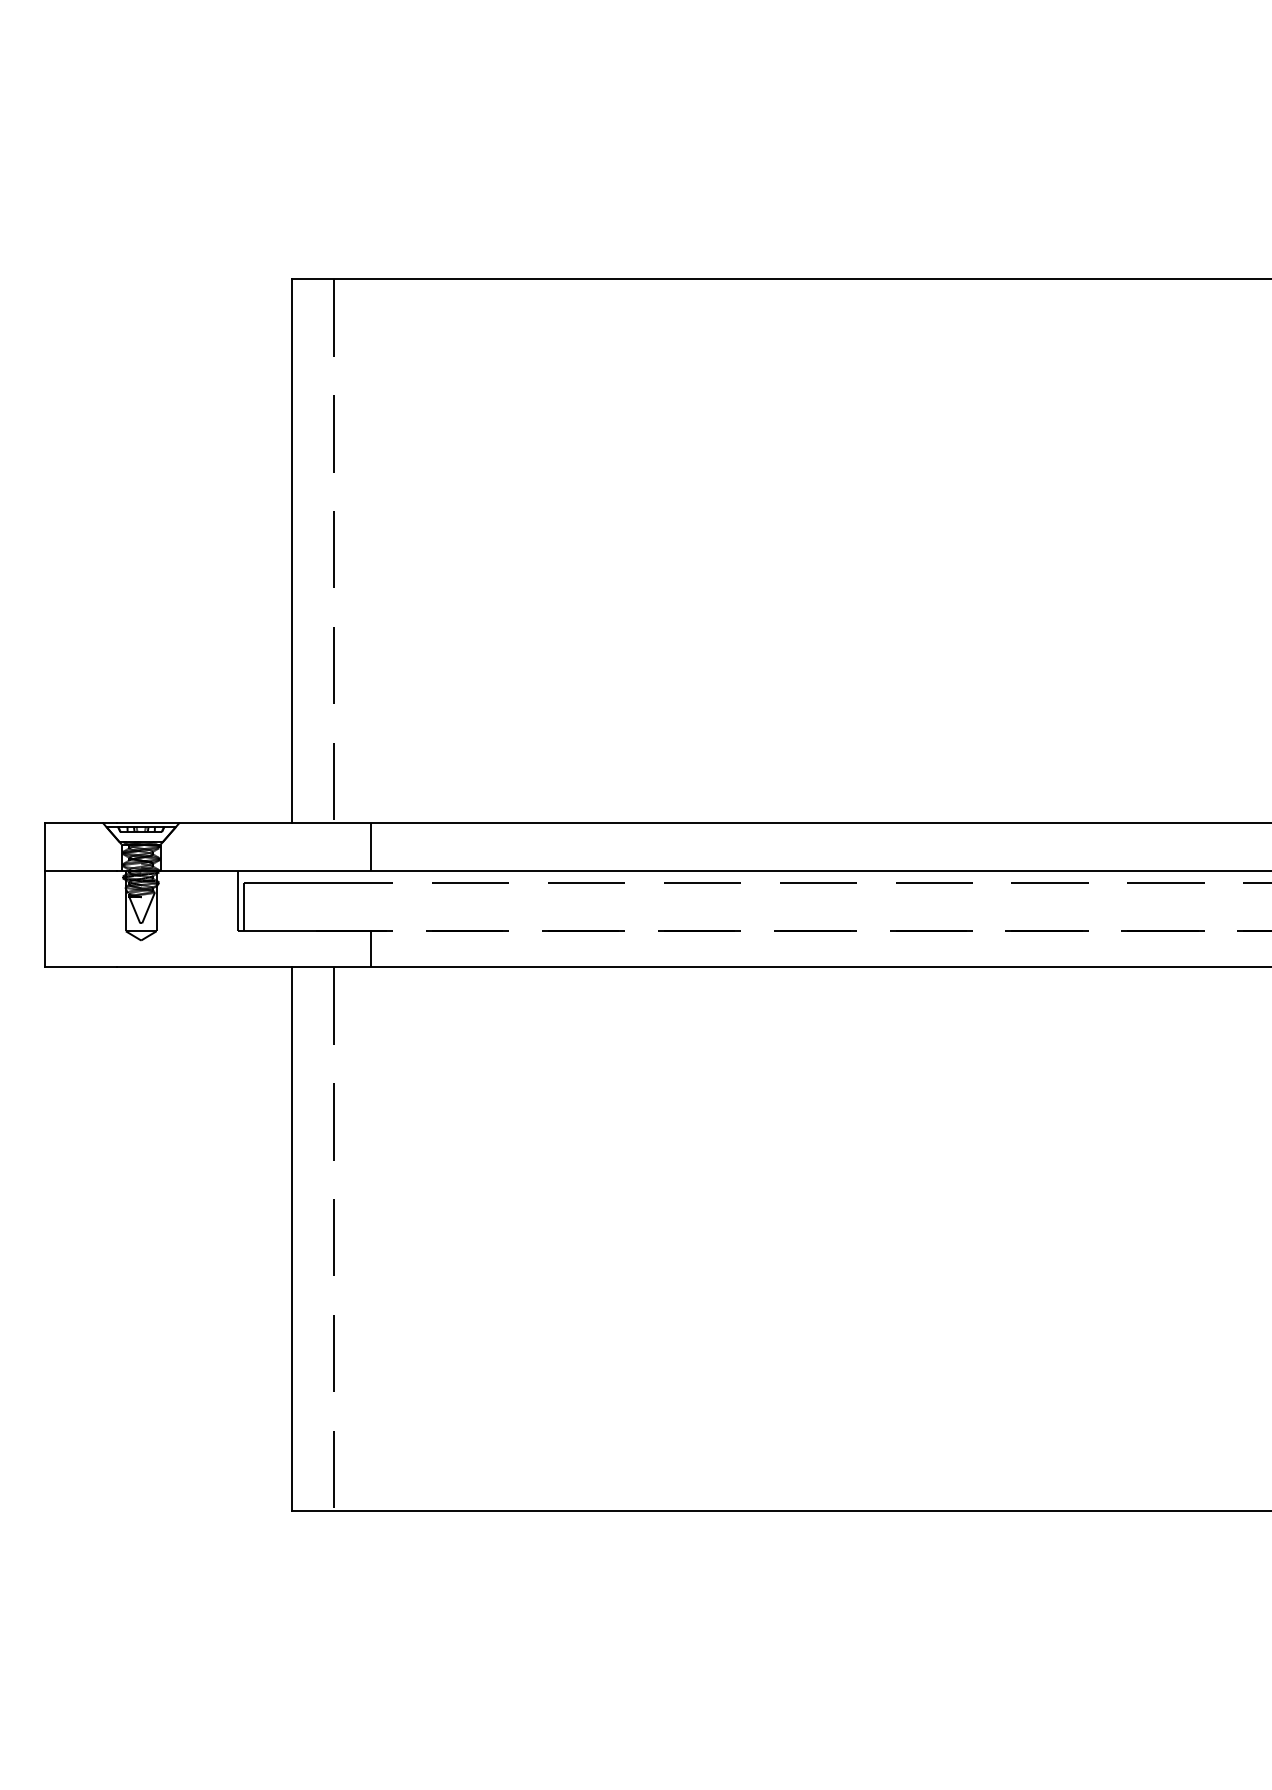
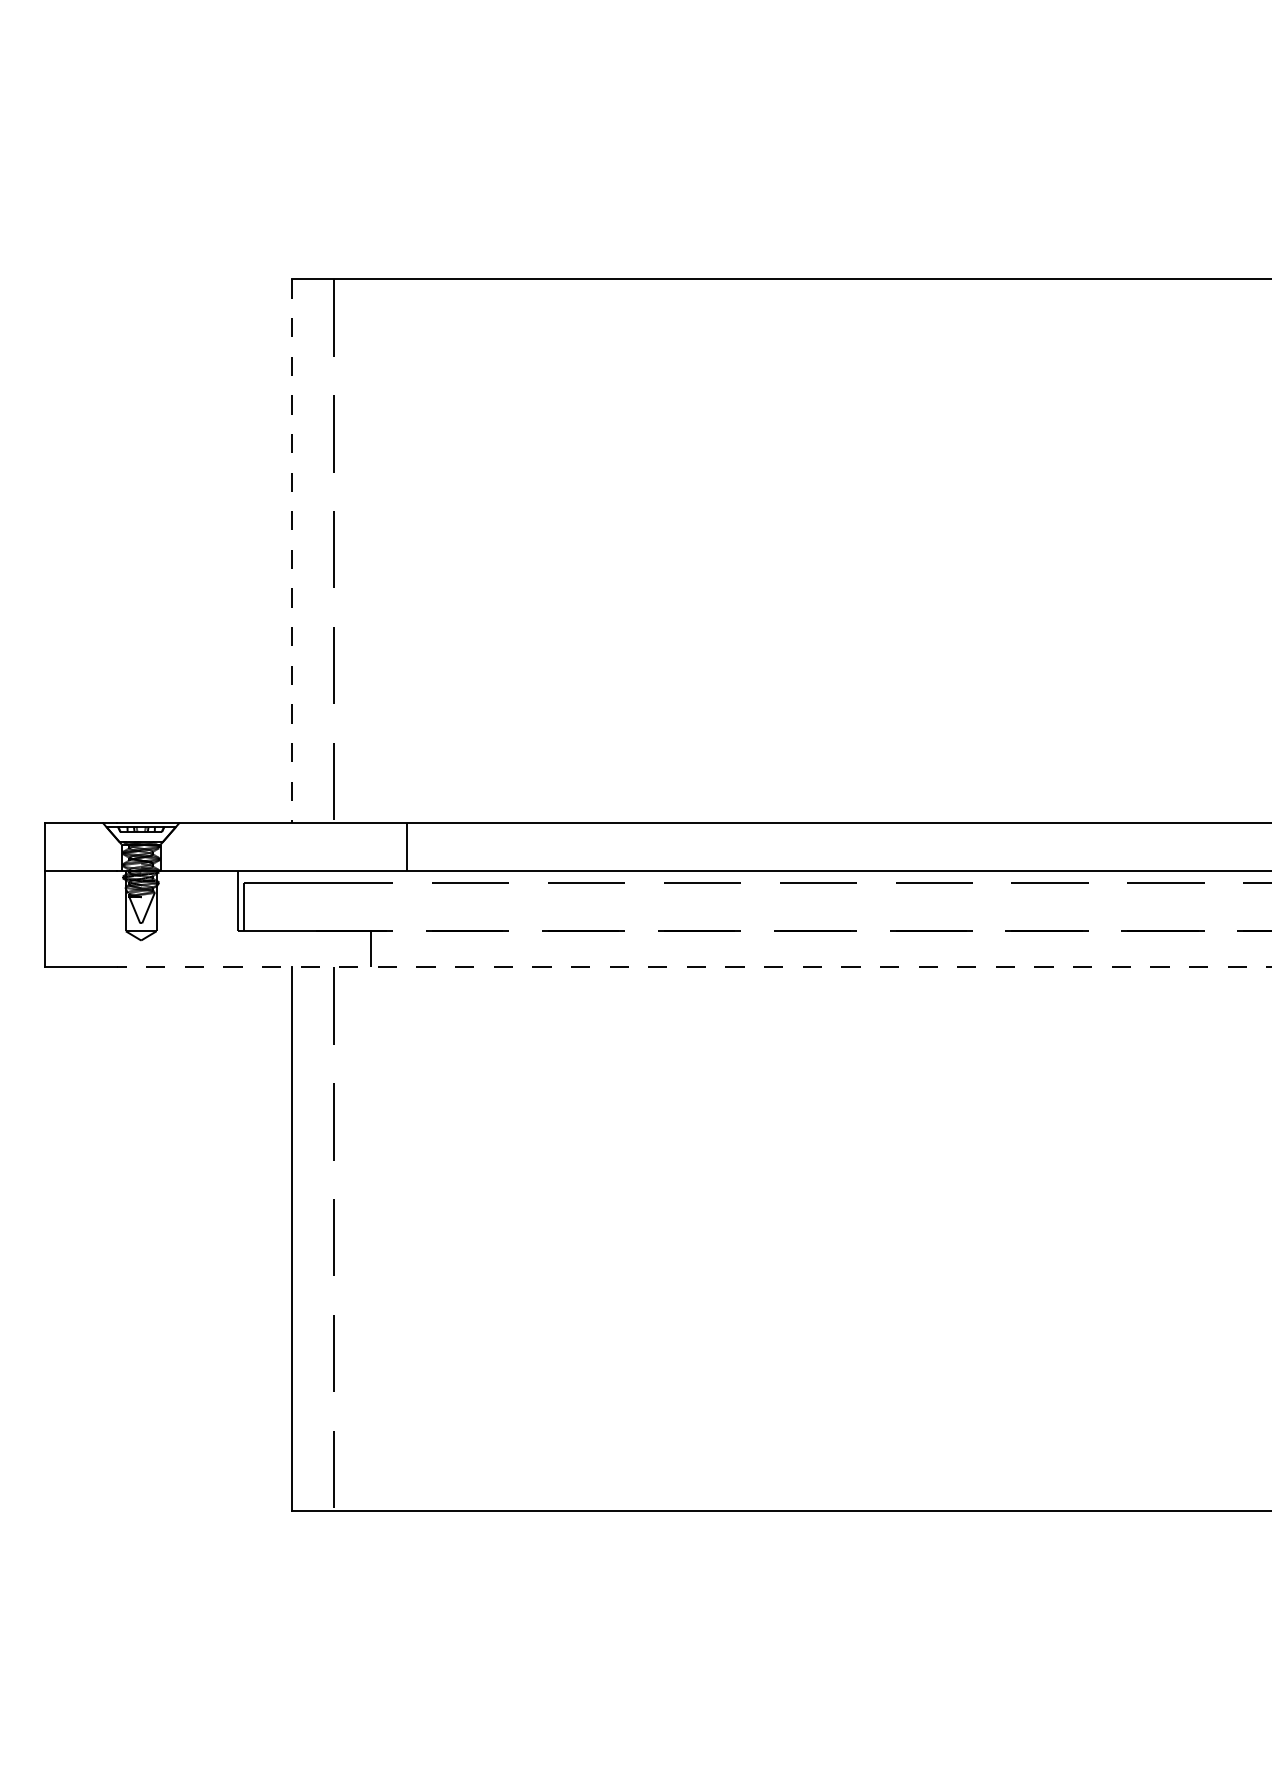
line at (292, 550): solid -> dashed
line at (370, 846) position: (370, 846) -> (406, 846)
line at (693, 967): solid -> dashed
